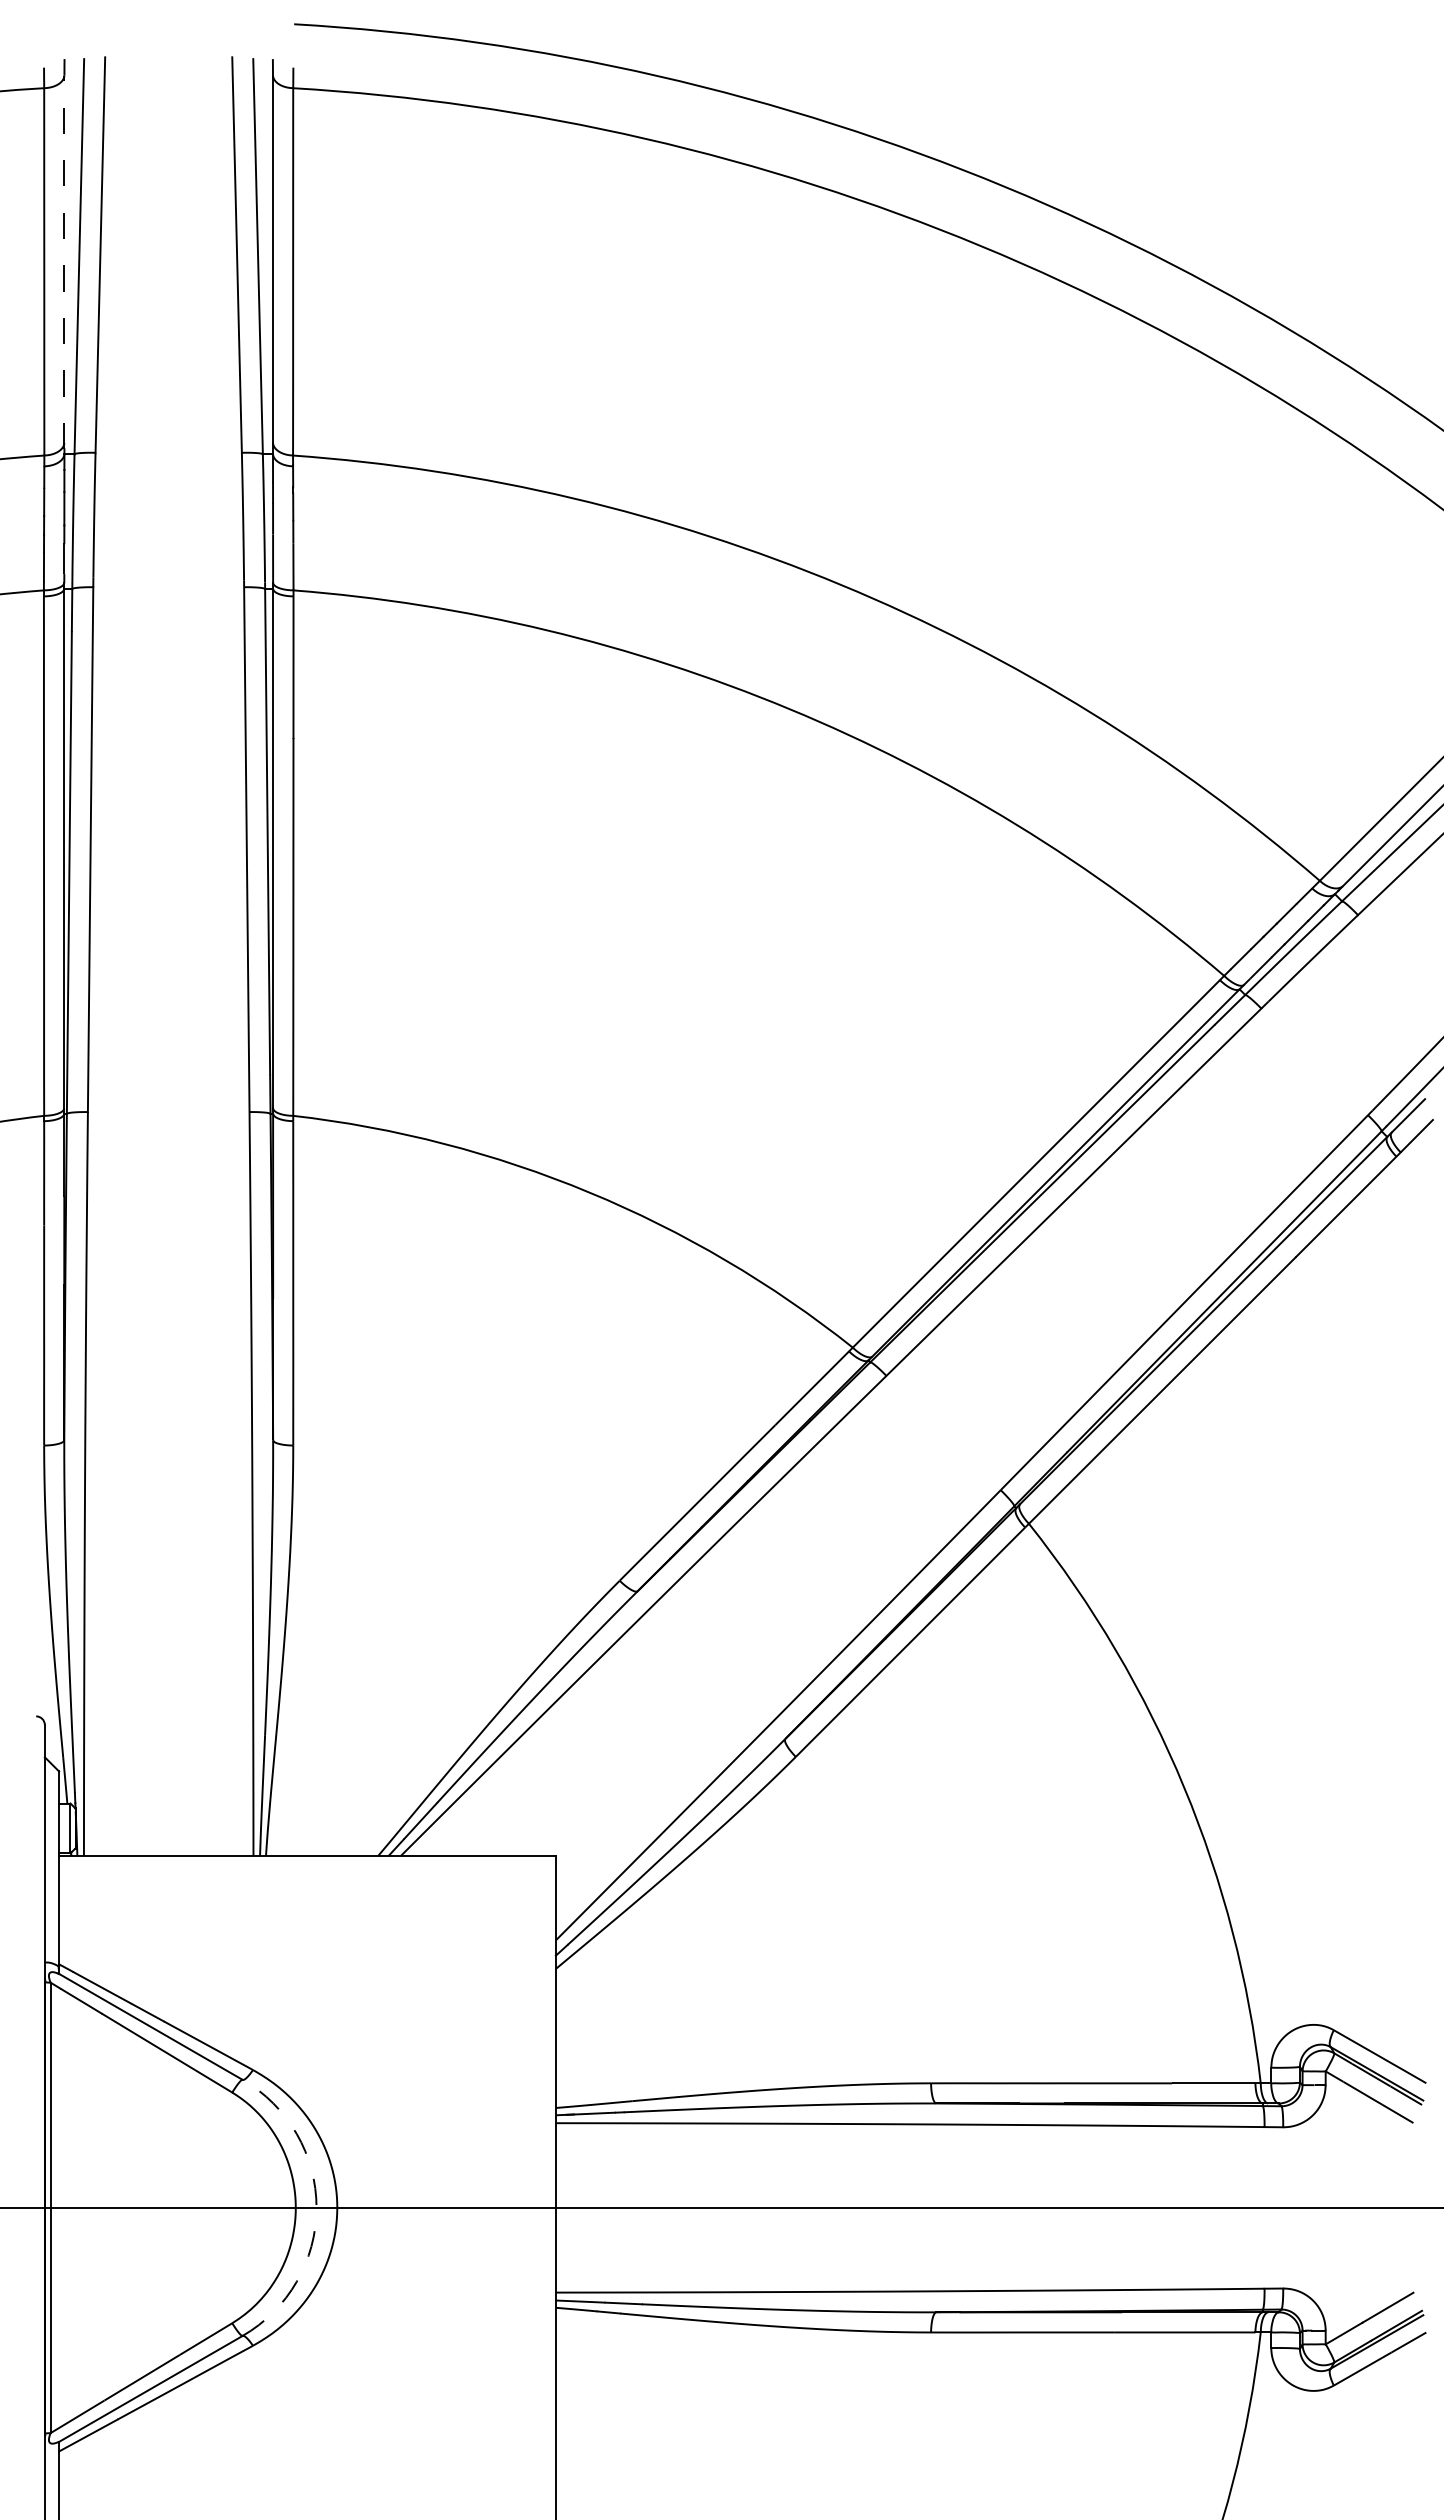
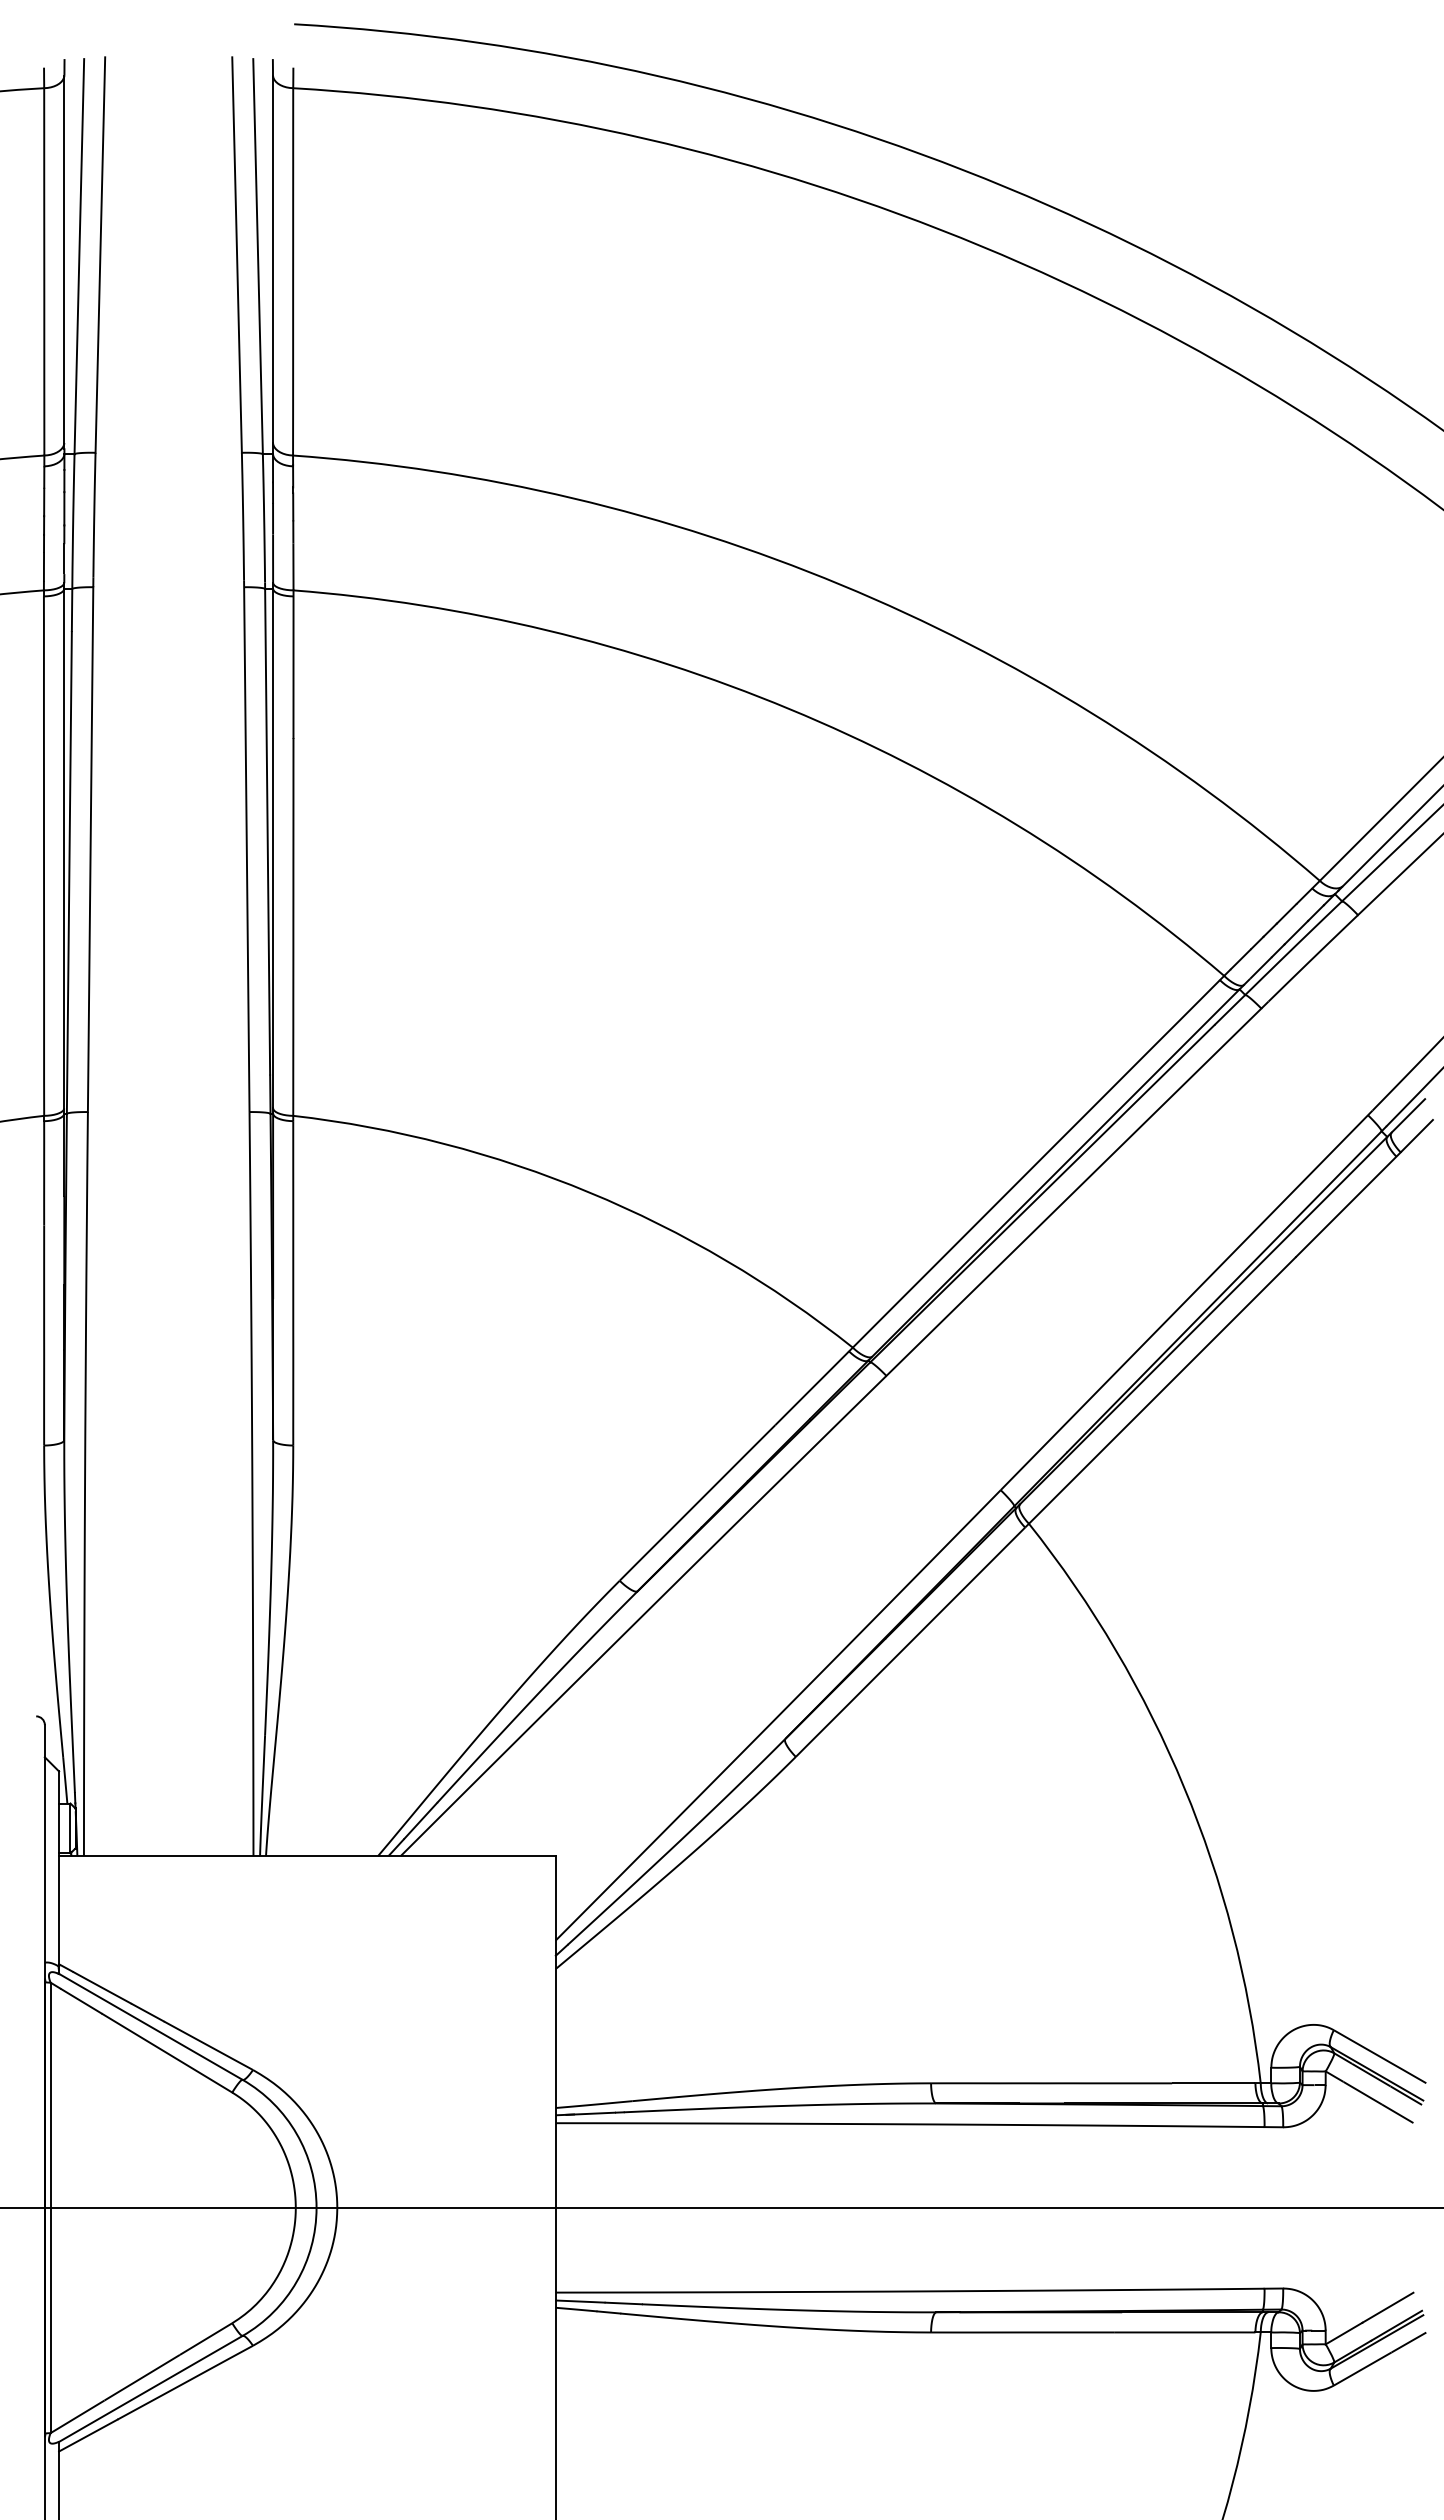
line at (64, 262): dashed -> solid
arc at (316, 2207): dashed -> solid
